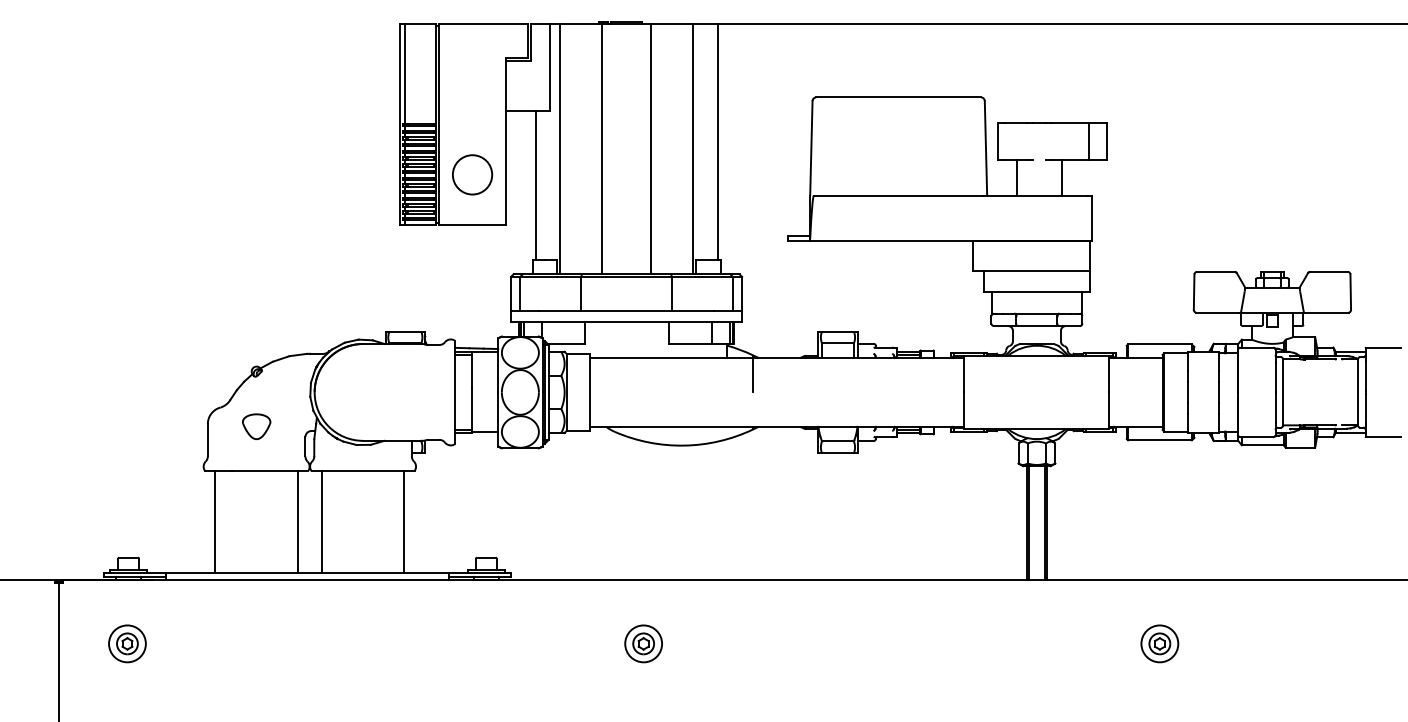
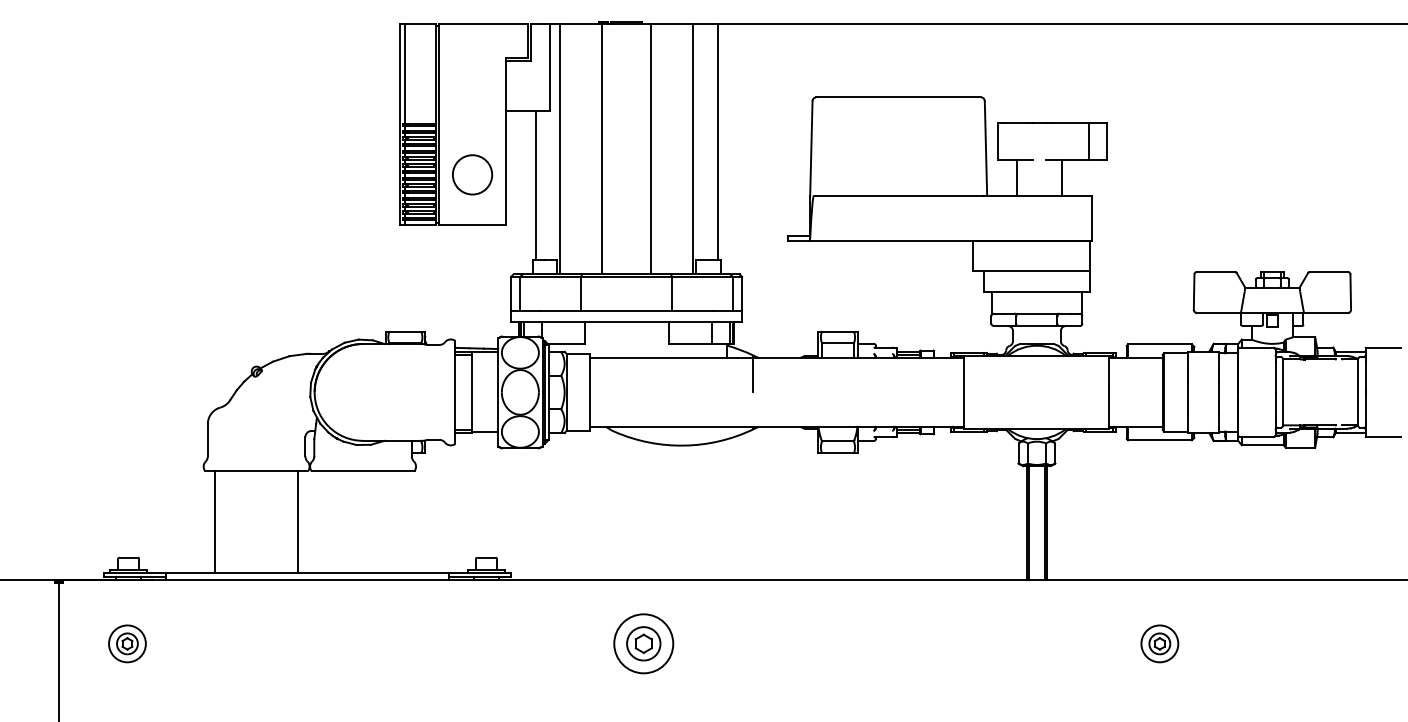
part at (256, 426): present -> none
line at (321, 521): present -> none
line at (404, 521): present -> none
part at (643, 643) size: 39x40 px -> 62x62 px
